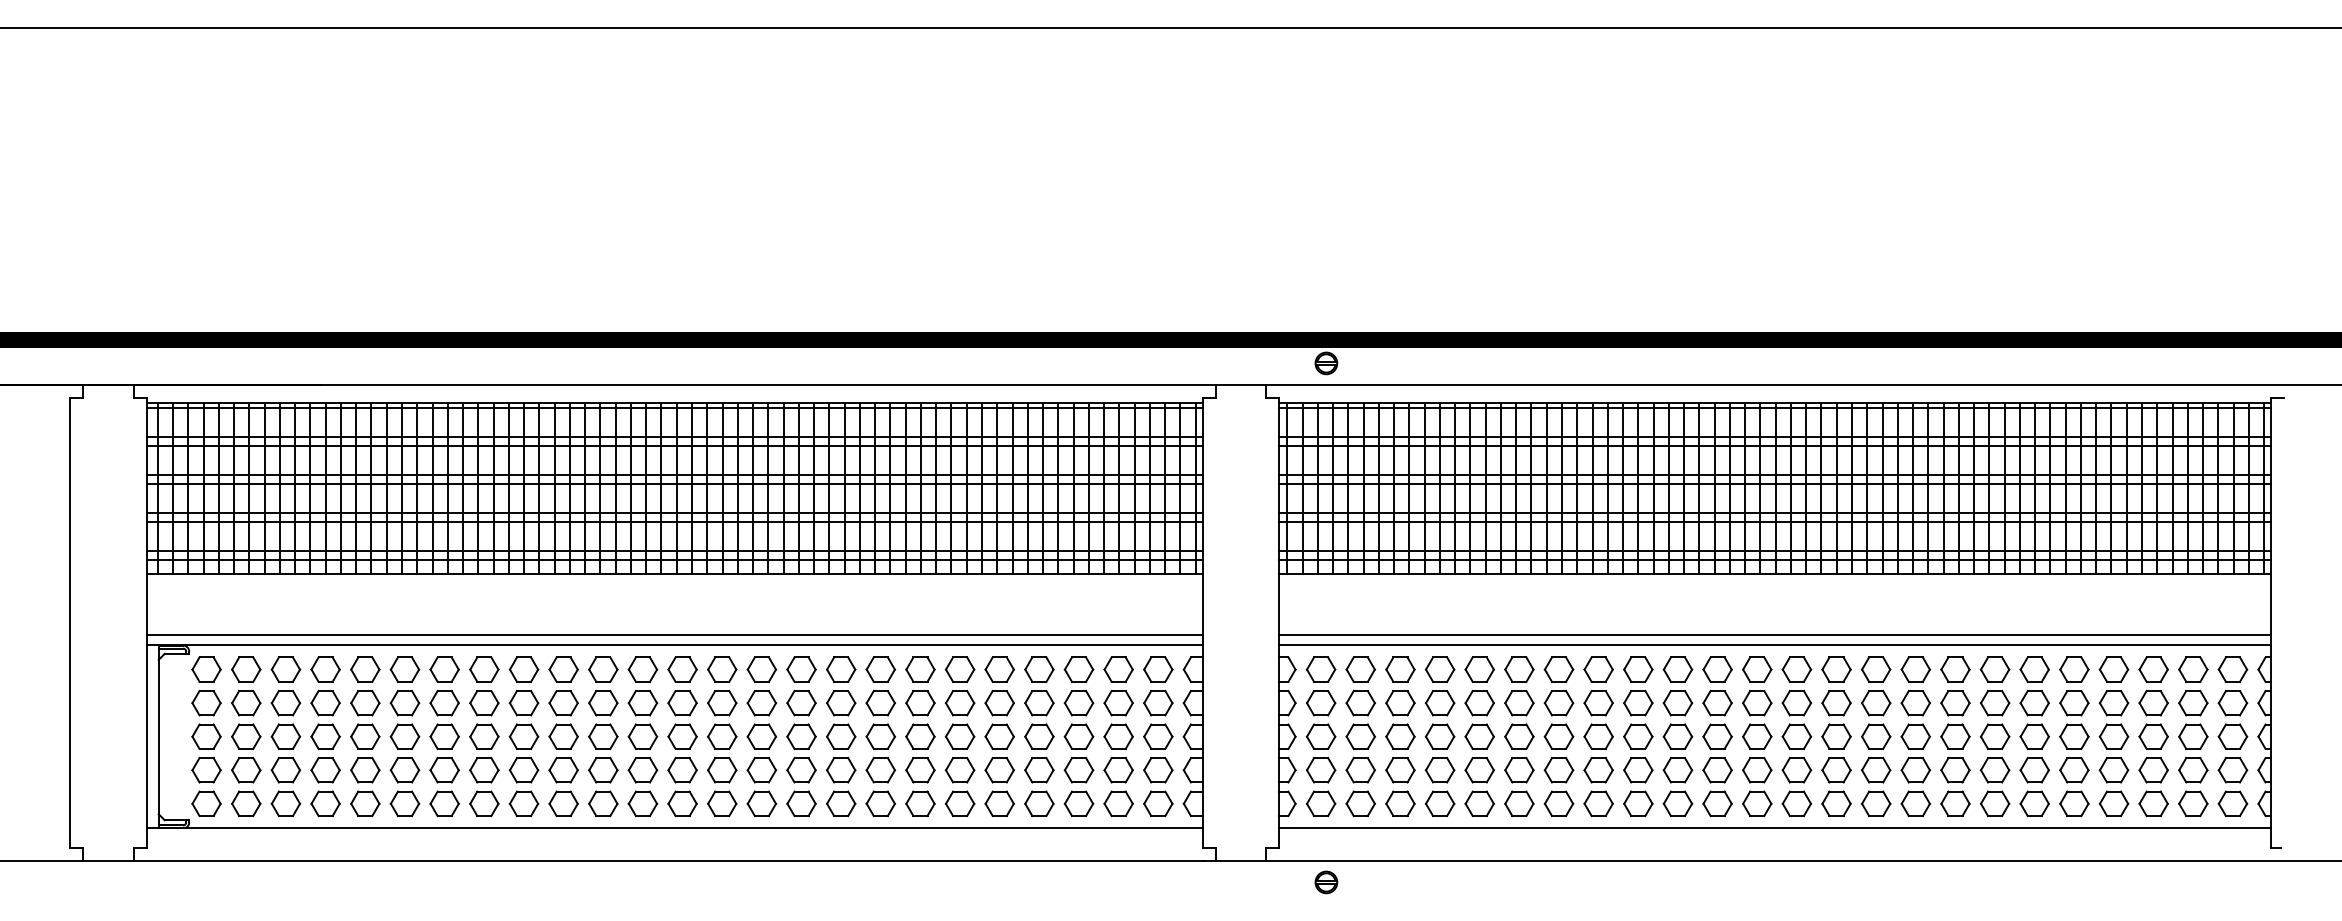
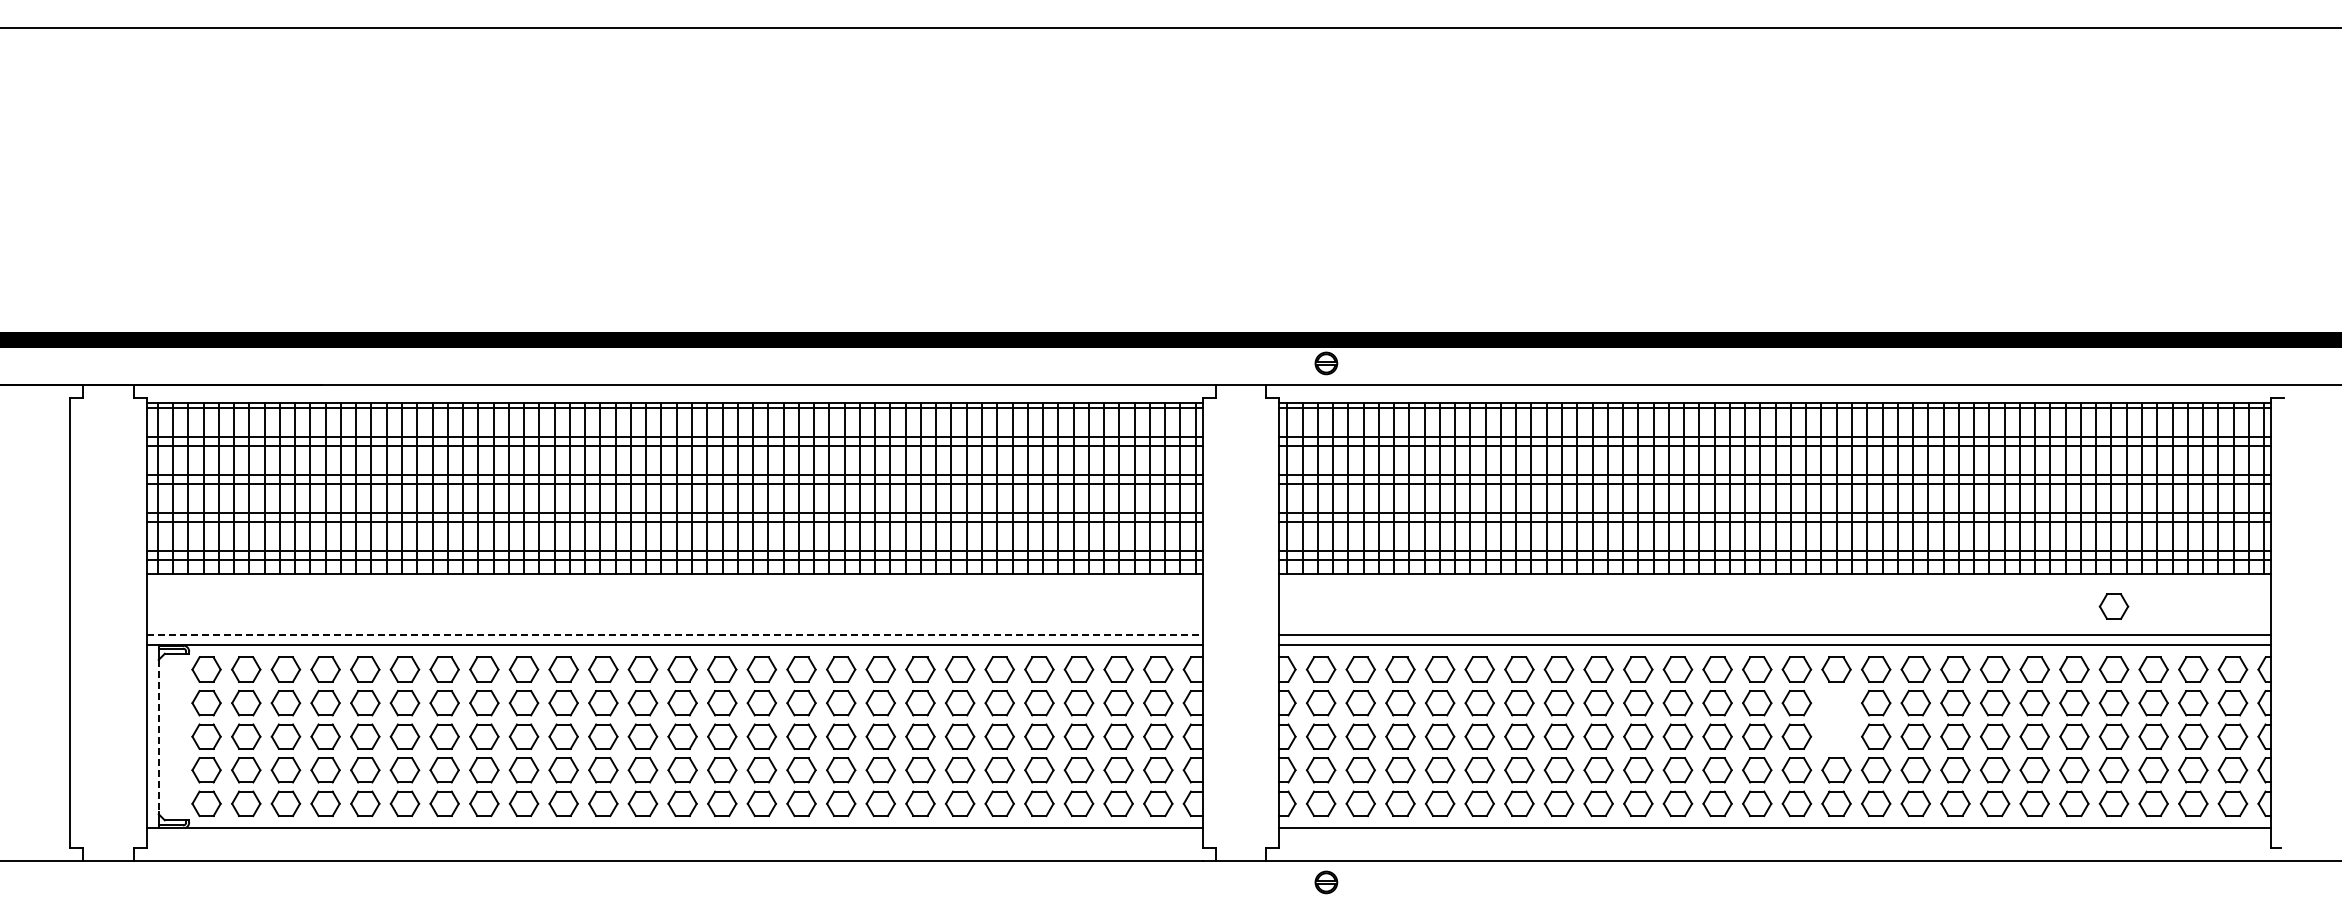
part at (2113, 606): none -> present
line at (675, 634): solid -> dashed
part at (1836, 719): present -> none
line at (158, 737): solid -> dashed
